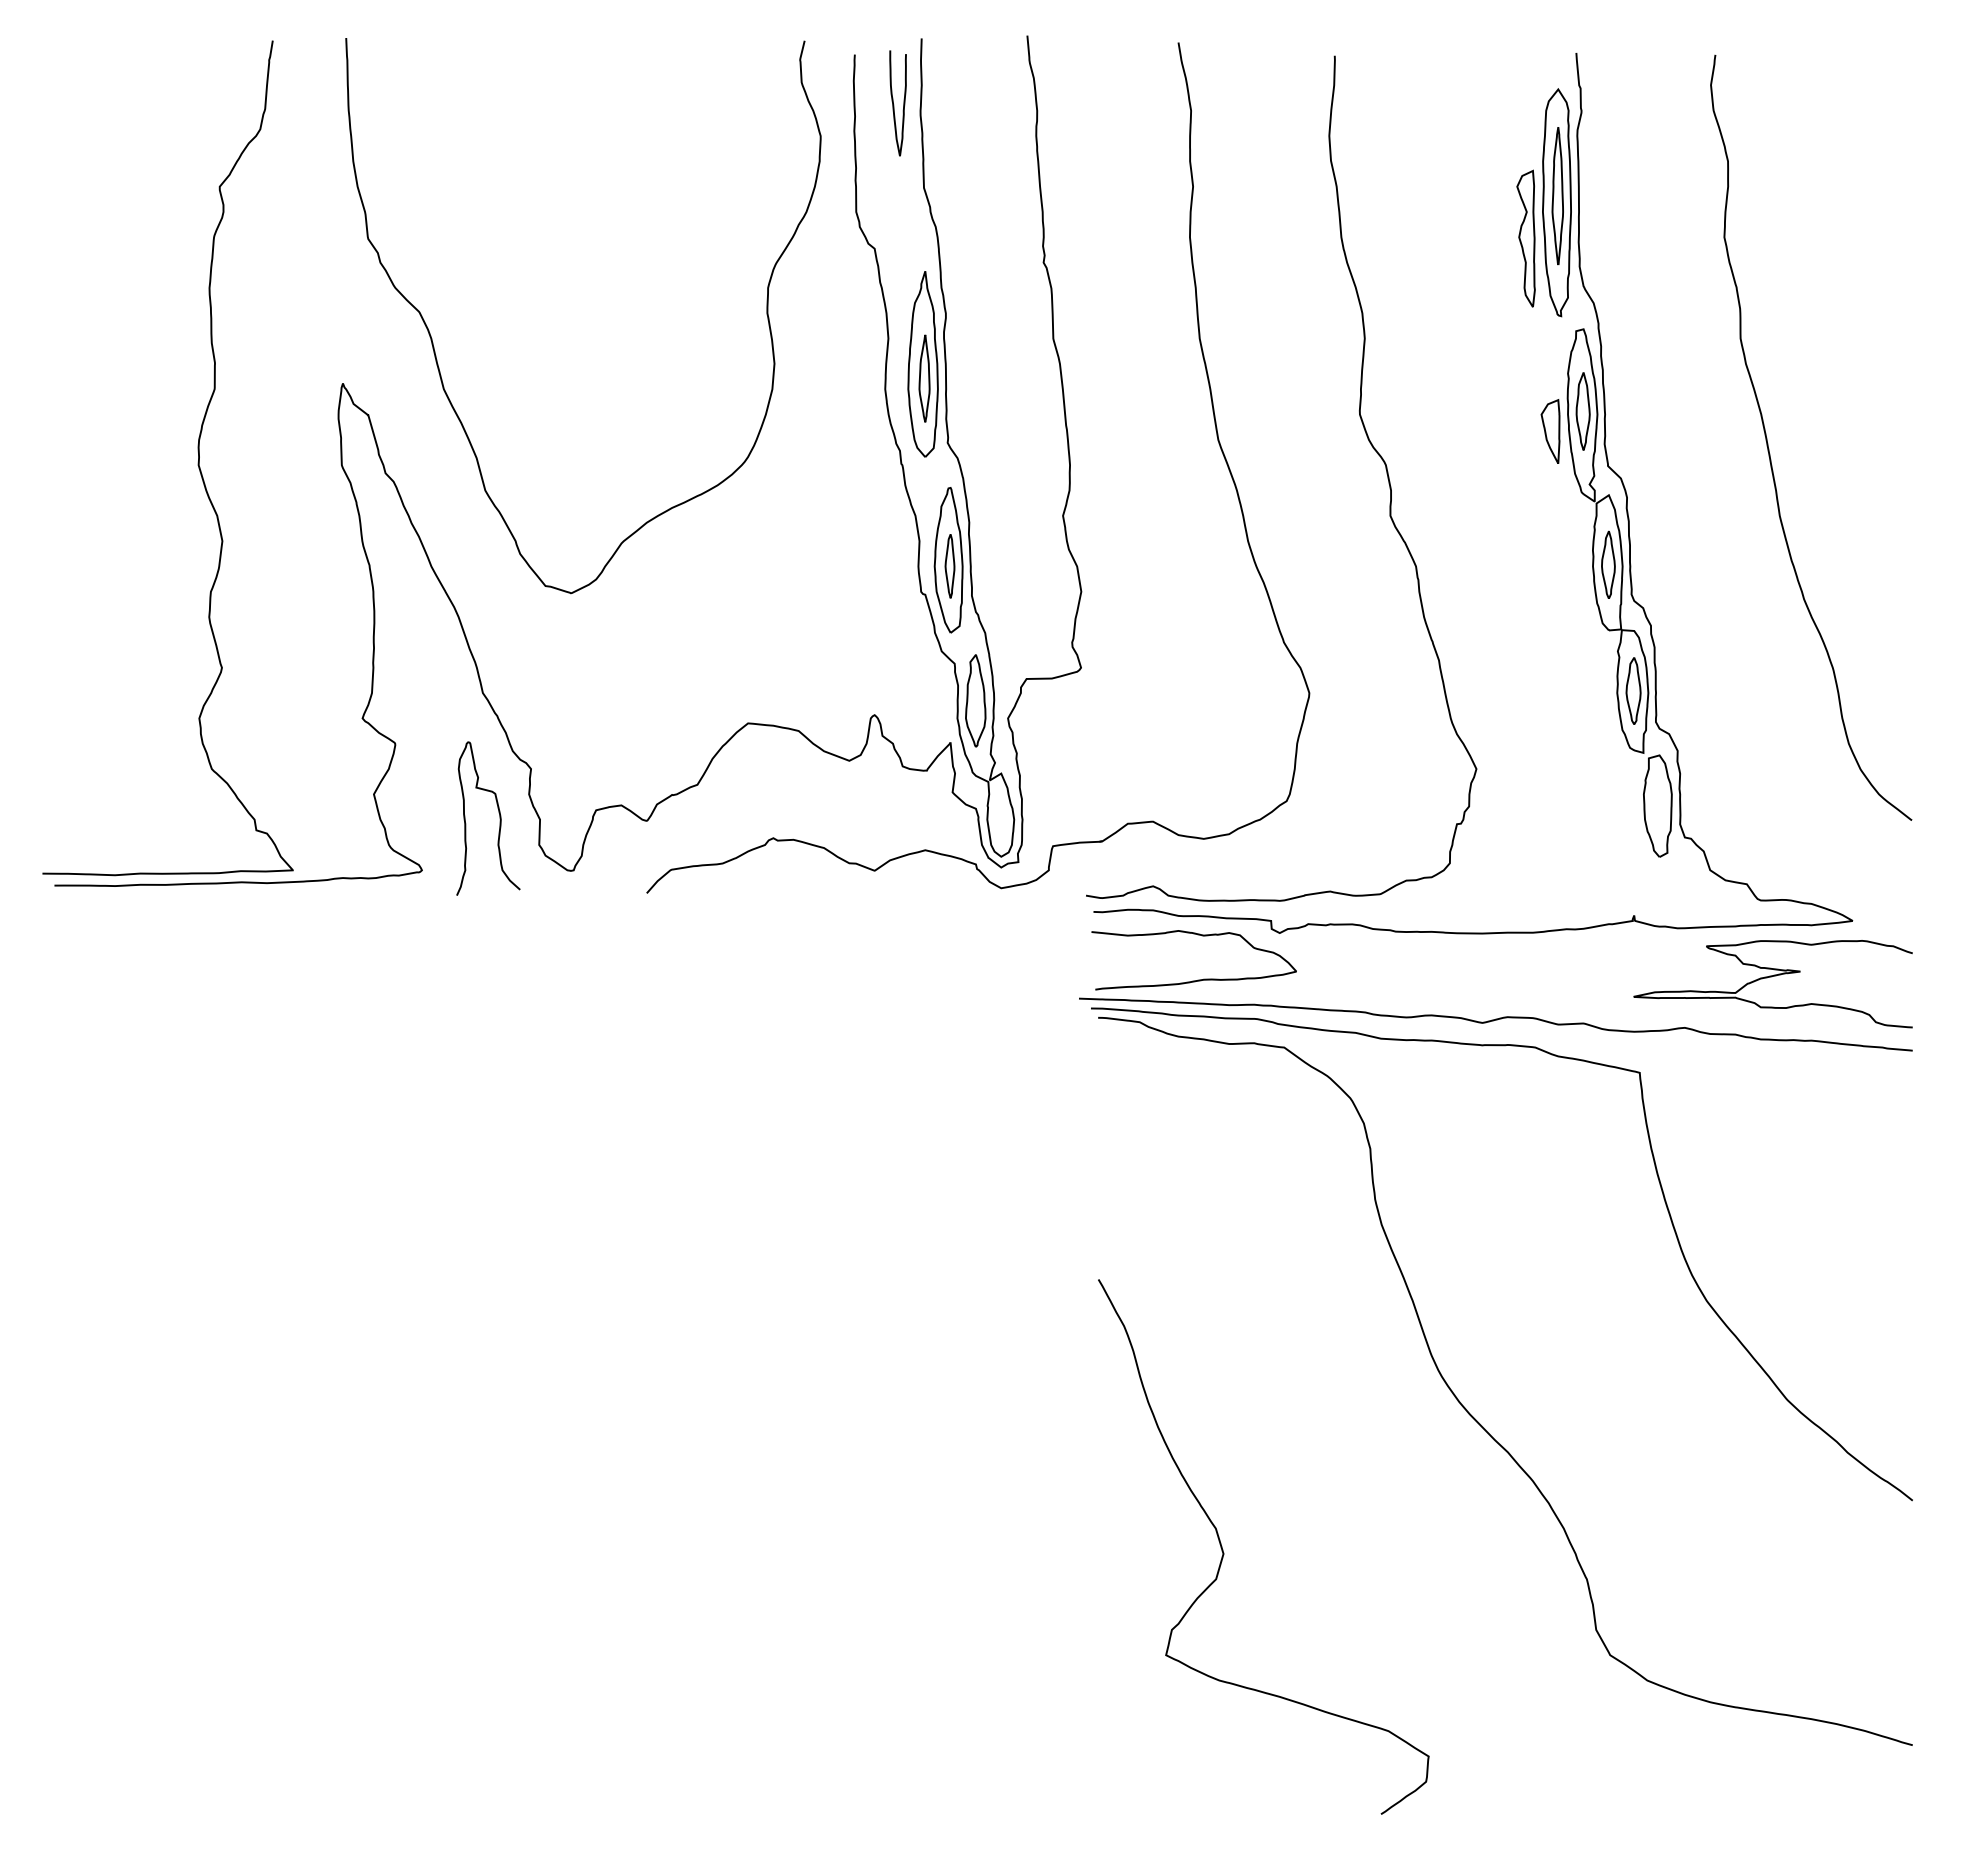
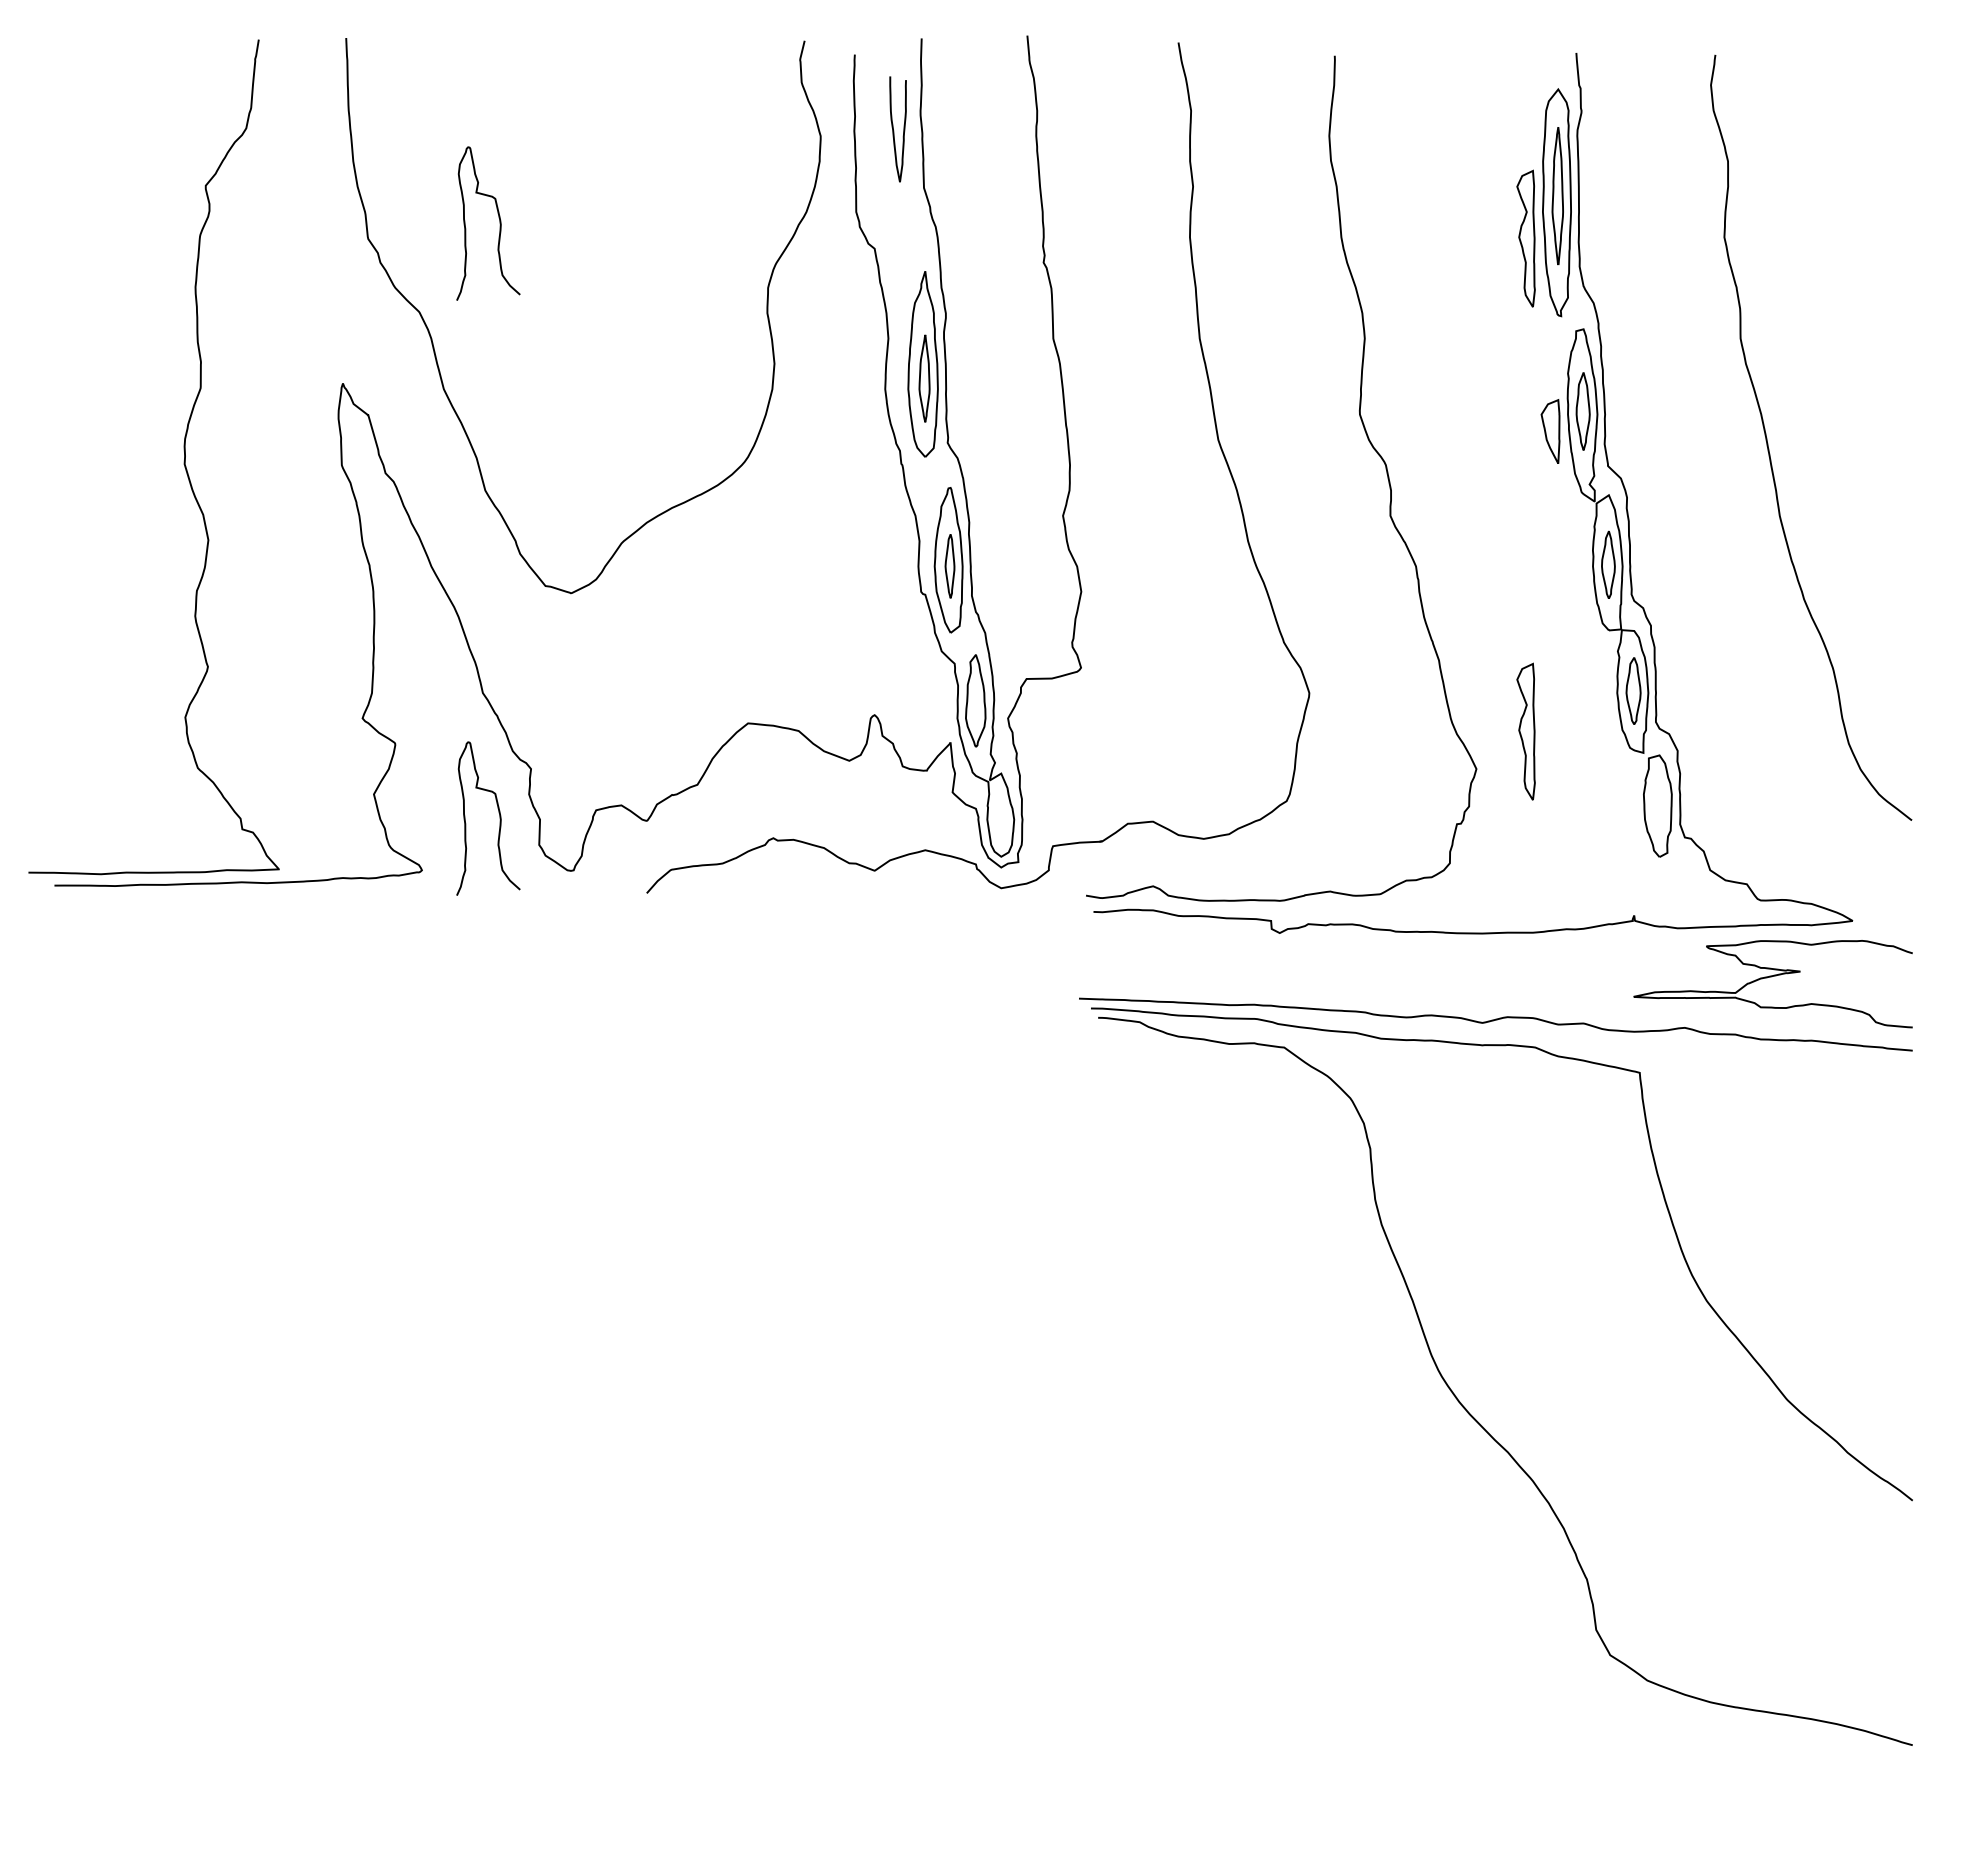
curve at (894, 104) position: (894, 104) -> (894, 130)
curve at (499, 223): none -> present
curve at (197, 462) position: (197, 462) -> (183, 461)
part at (1525, 731): none -> present
curve at (1197, 979): present -> none
curve at (1224, 1553): present -> none
